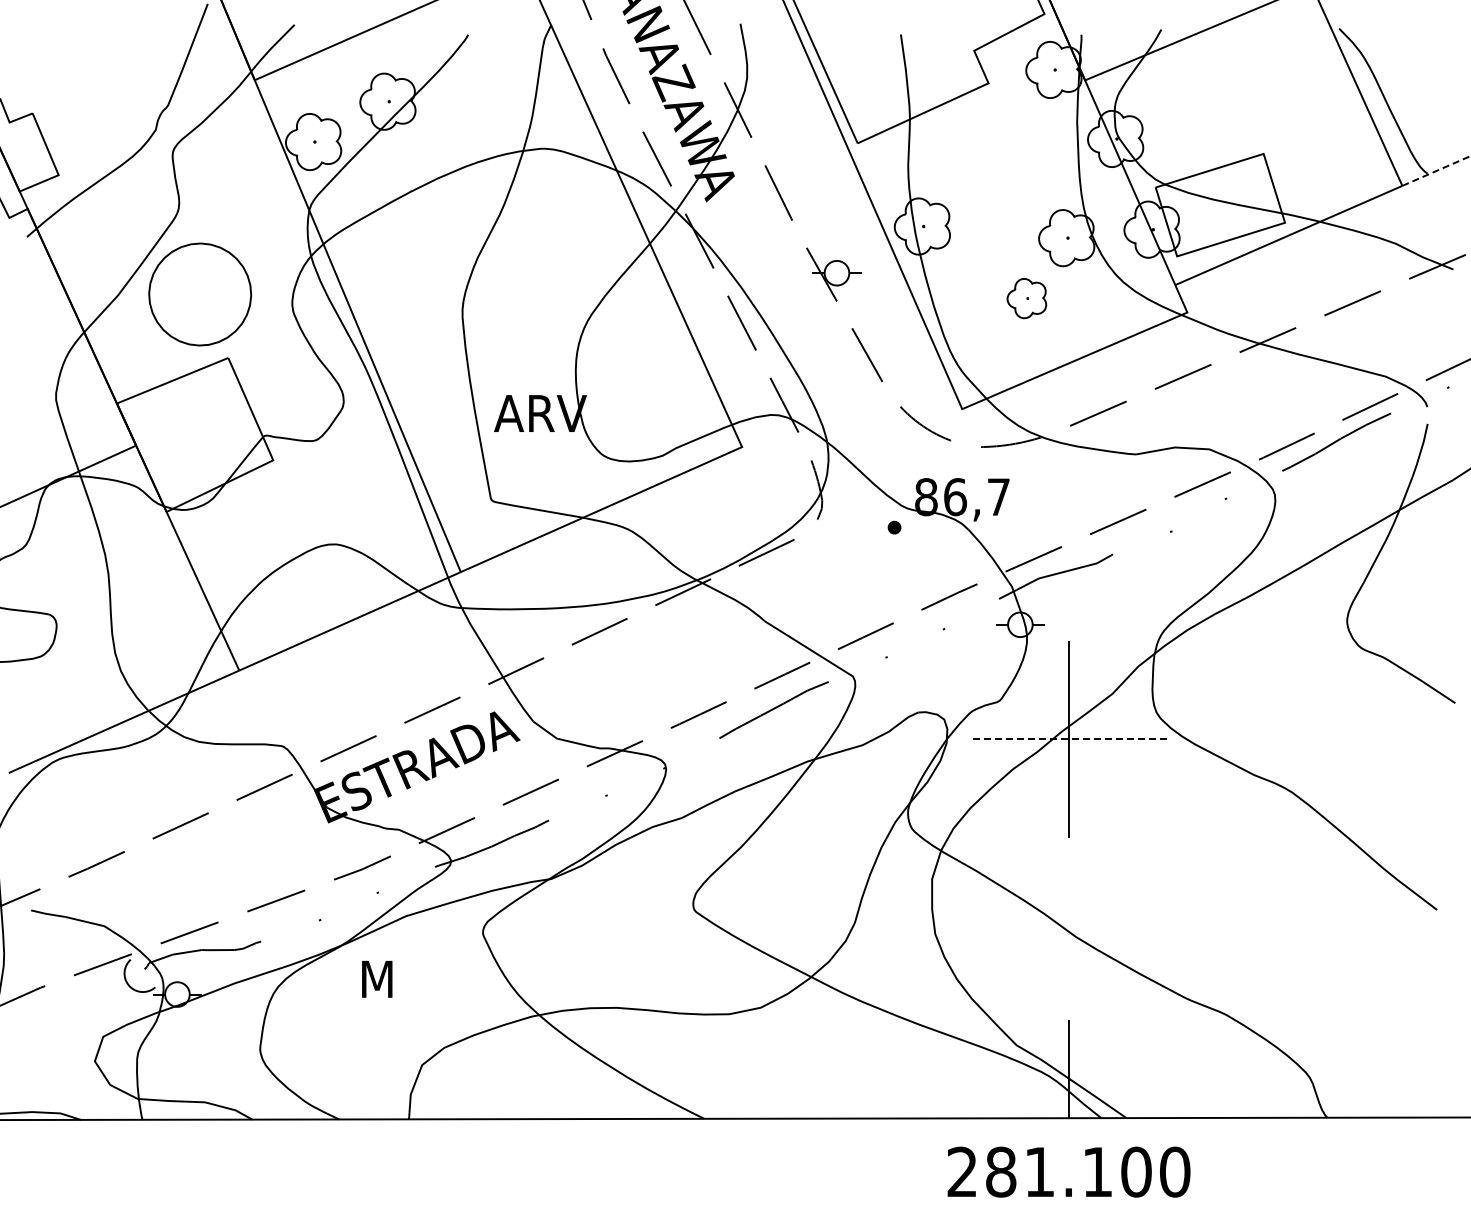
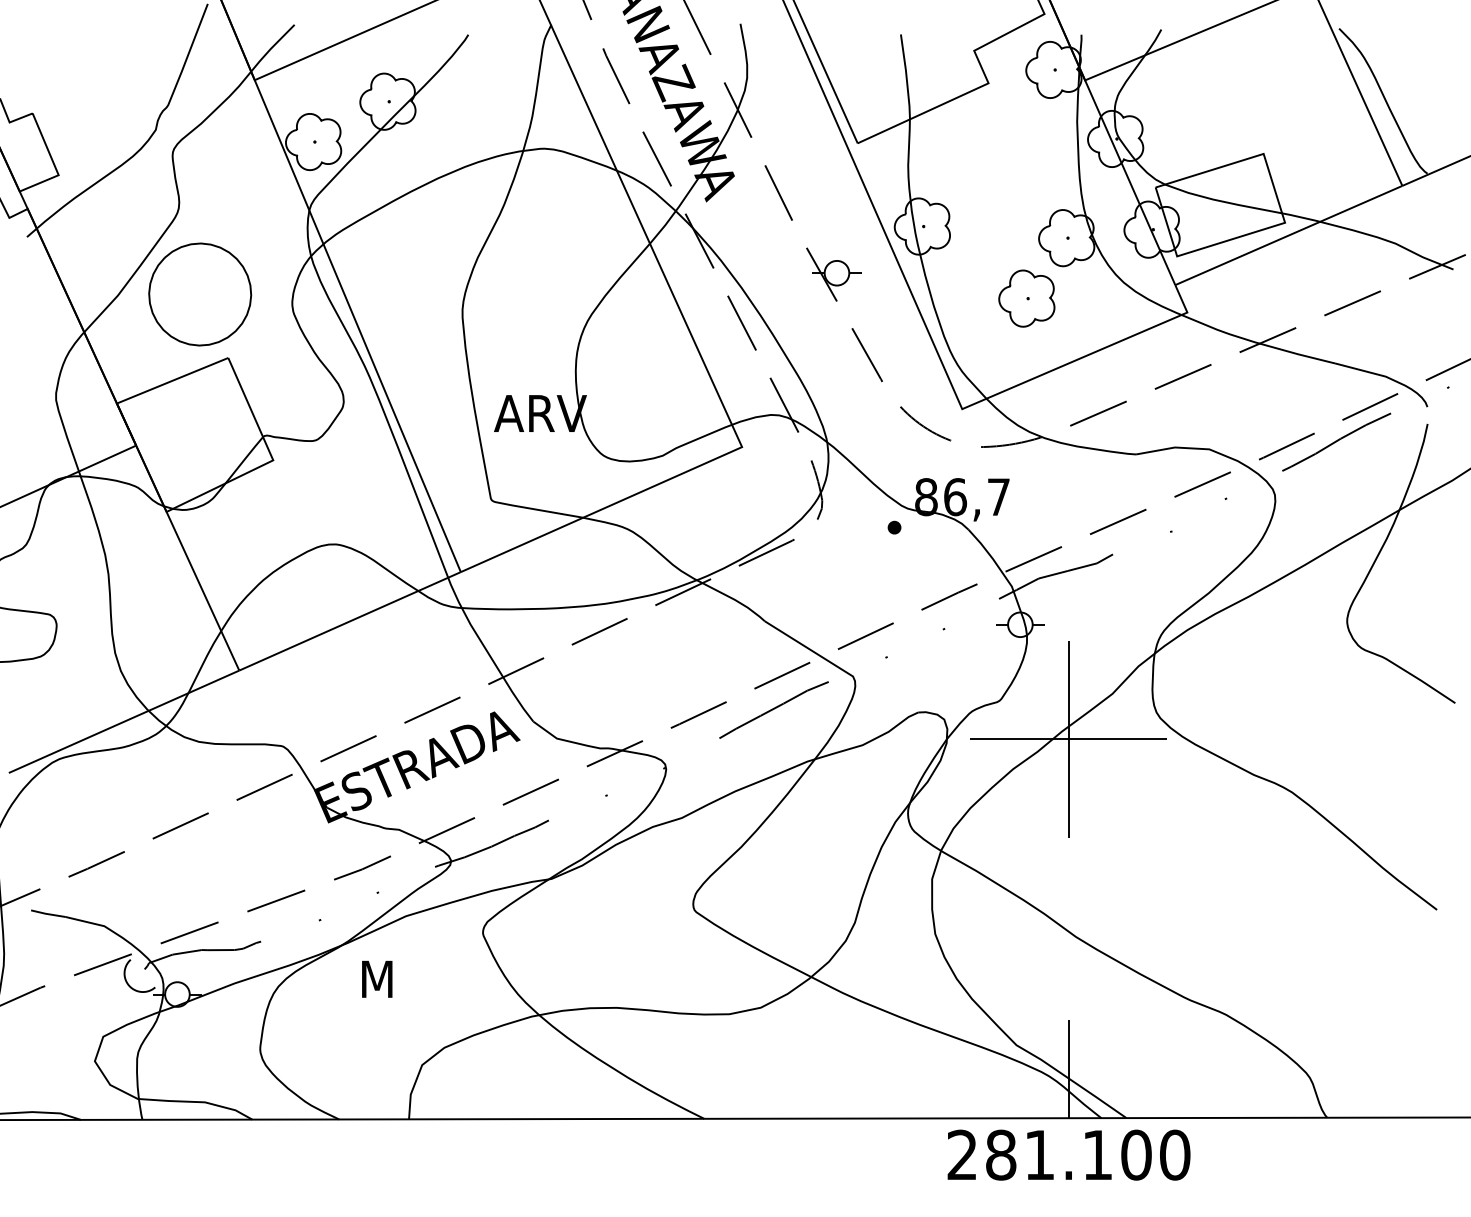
line at (1436, 171): dashed -> solid
part at (1026, 298) size: 42x42 px -> 58x59 px
line at (1068, 739): dashed -> solid
text at (1068, 1171) position: (1068, 1171) -> (1068, 1154)
